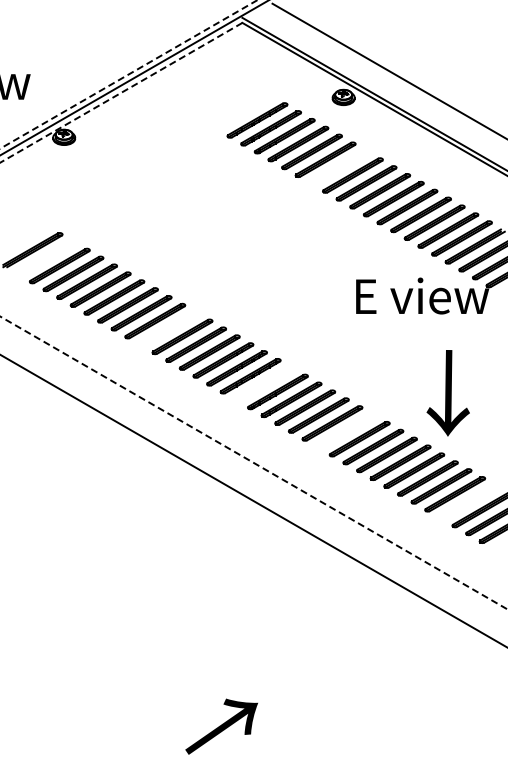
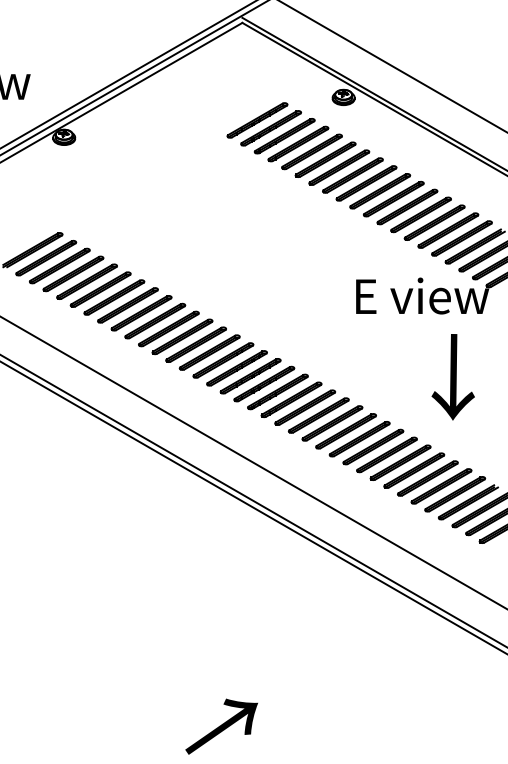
line at (388, 70) position: (388, 70) -> (392, 66)
line at (128, 74): dashed -> solid
line at (121, 92): dashed -> solid
part at (339, 167): none -> present
part at (46, 258): none -> present
part at (168, 328): none -> present
part at (264, 383): none -> present
text at (447, 393) position: (447, 393) -> (452, 377)
part at (345, 431): none -> present
line at (253, 462): dashed -> solid
part at (467, 502): none -> present
line at (253, 507): none -> present
